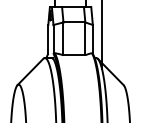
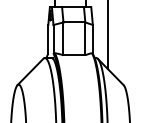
line at (101, 35) position: (101, 35) -> (107, 35)
